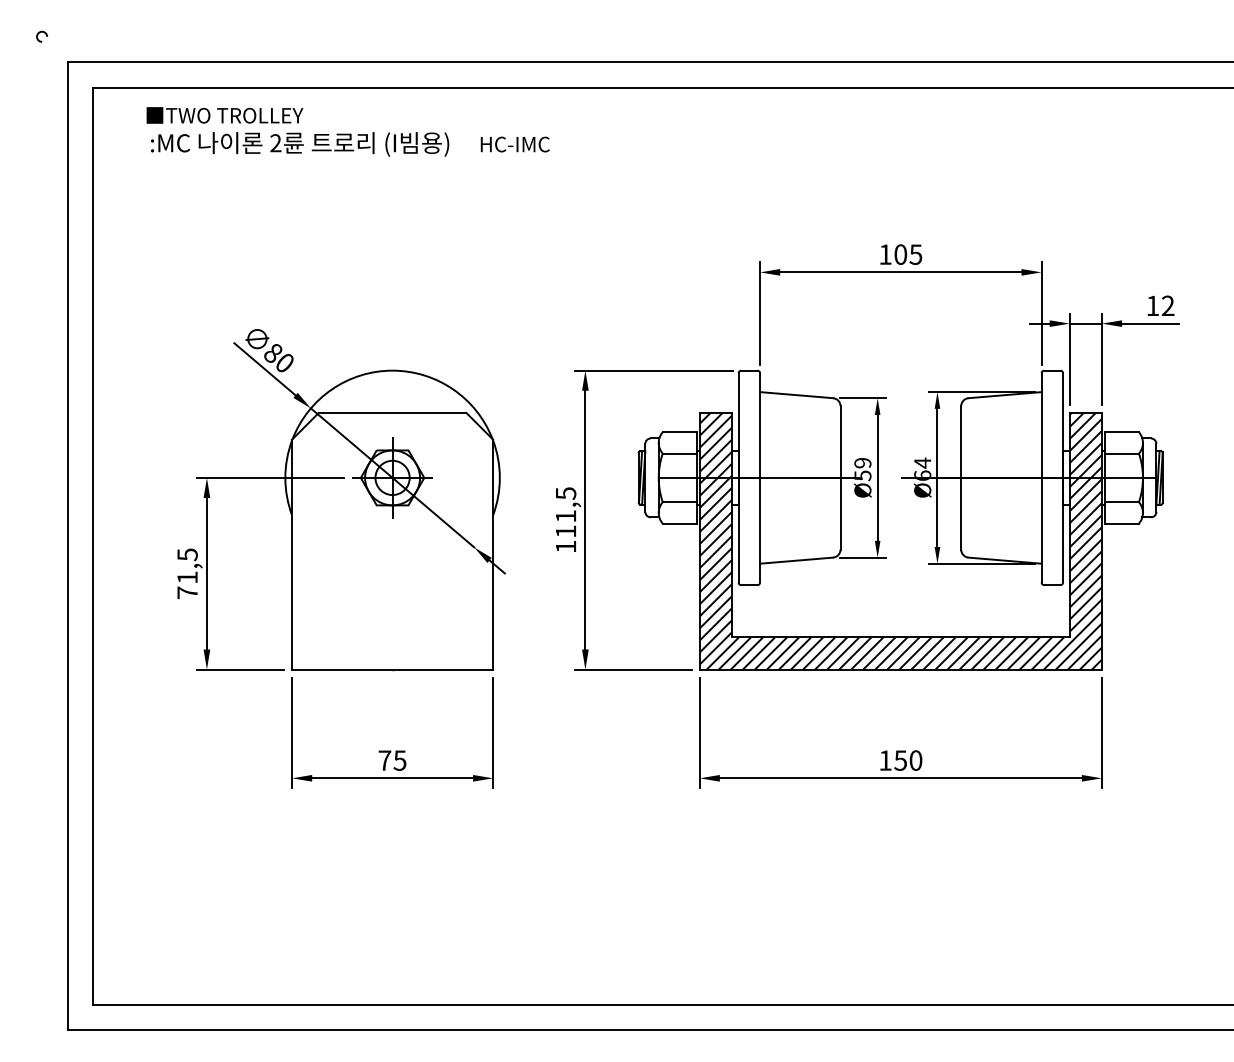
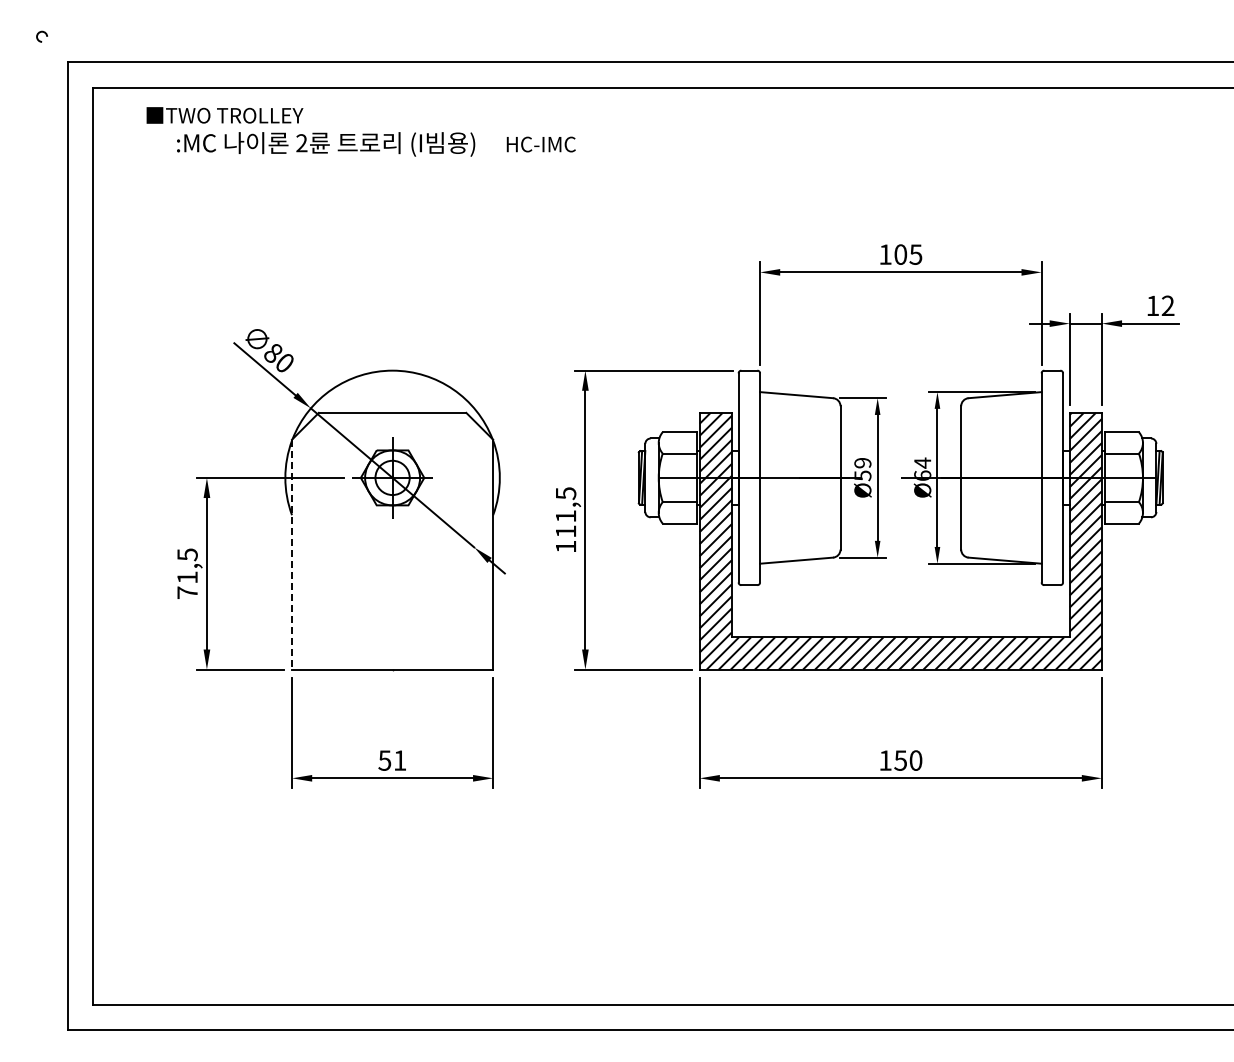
text at (350, 144) position: (350, 144) -> (376, 144)
line at (292, 554): solid -> dashed
text at (392, 760): 75 -> 51
